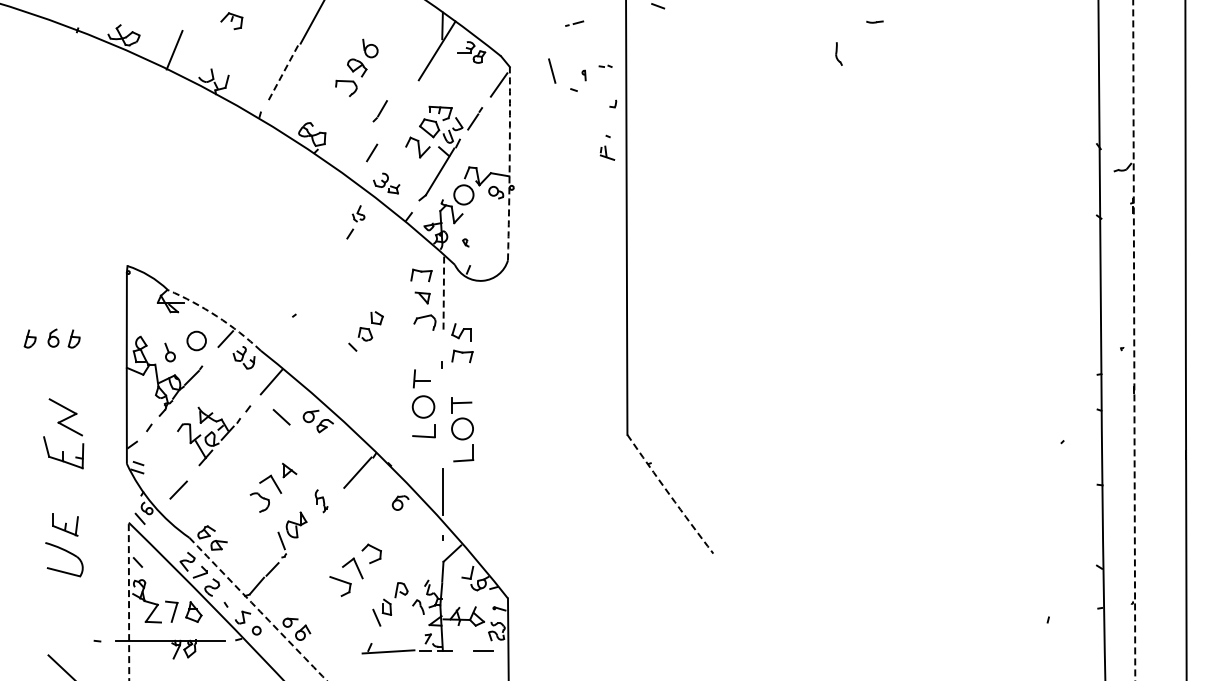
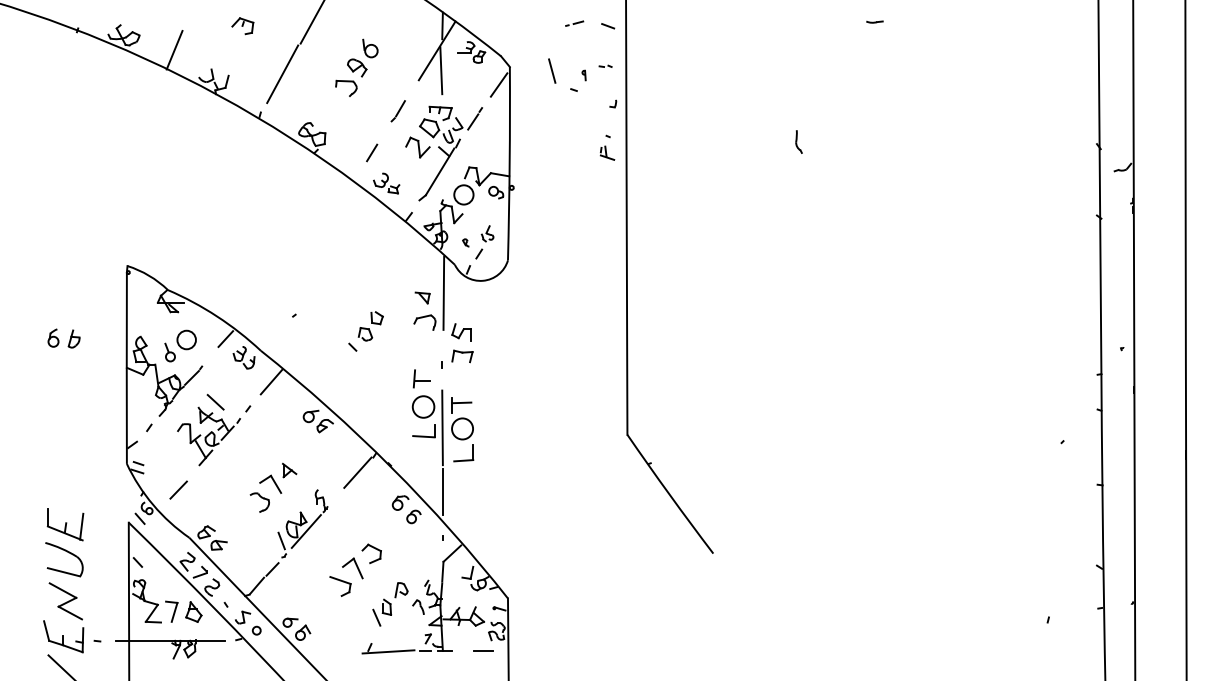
line at (658, 6) position: (658, 6) -> (608, 26)
part at (231, 21) position: (231, 21) -> (242, 26)
part at (838, 53) position: (838, 53) -> (798, 141)
line at (441, 70): none -> present
line at (282, 74): dashed -> solid
part at (379, 111) position: (379, 111) -> (397, 111)
arc at (509, 163): dashed -> solid
part at (355, 222) position: (355, 222) -> (484, 242)
part at (421, 275): present -> none
line at (443, 293): dashed -> solid
arc at (217, 316): dashed -> solid
part at (29, 338): present -> none
circle at (196, 340) position: (196, 340) -> (186, 339)
line at (1134, 340): dashed -> solid
line at (281, 417) position: (281, 417) -> (215, 402)
part at (65, 427) position: (65, 427) -> (65, 611)
line at (442, 427): none -> present
arc at (669, 494): dashed -> solid
part at (413, 516): none -> present
part at (65, 524) size: 27x24 px -> 39x34 px
line at (305, 531): none -> present
line at (129, 601): dashed -> solid
arc at (258, 609): dashed -> solid
